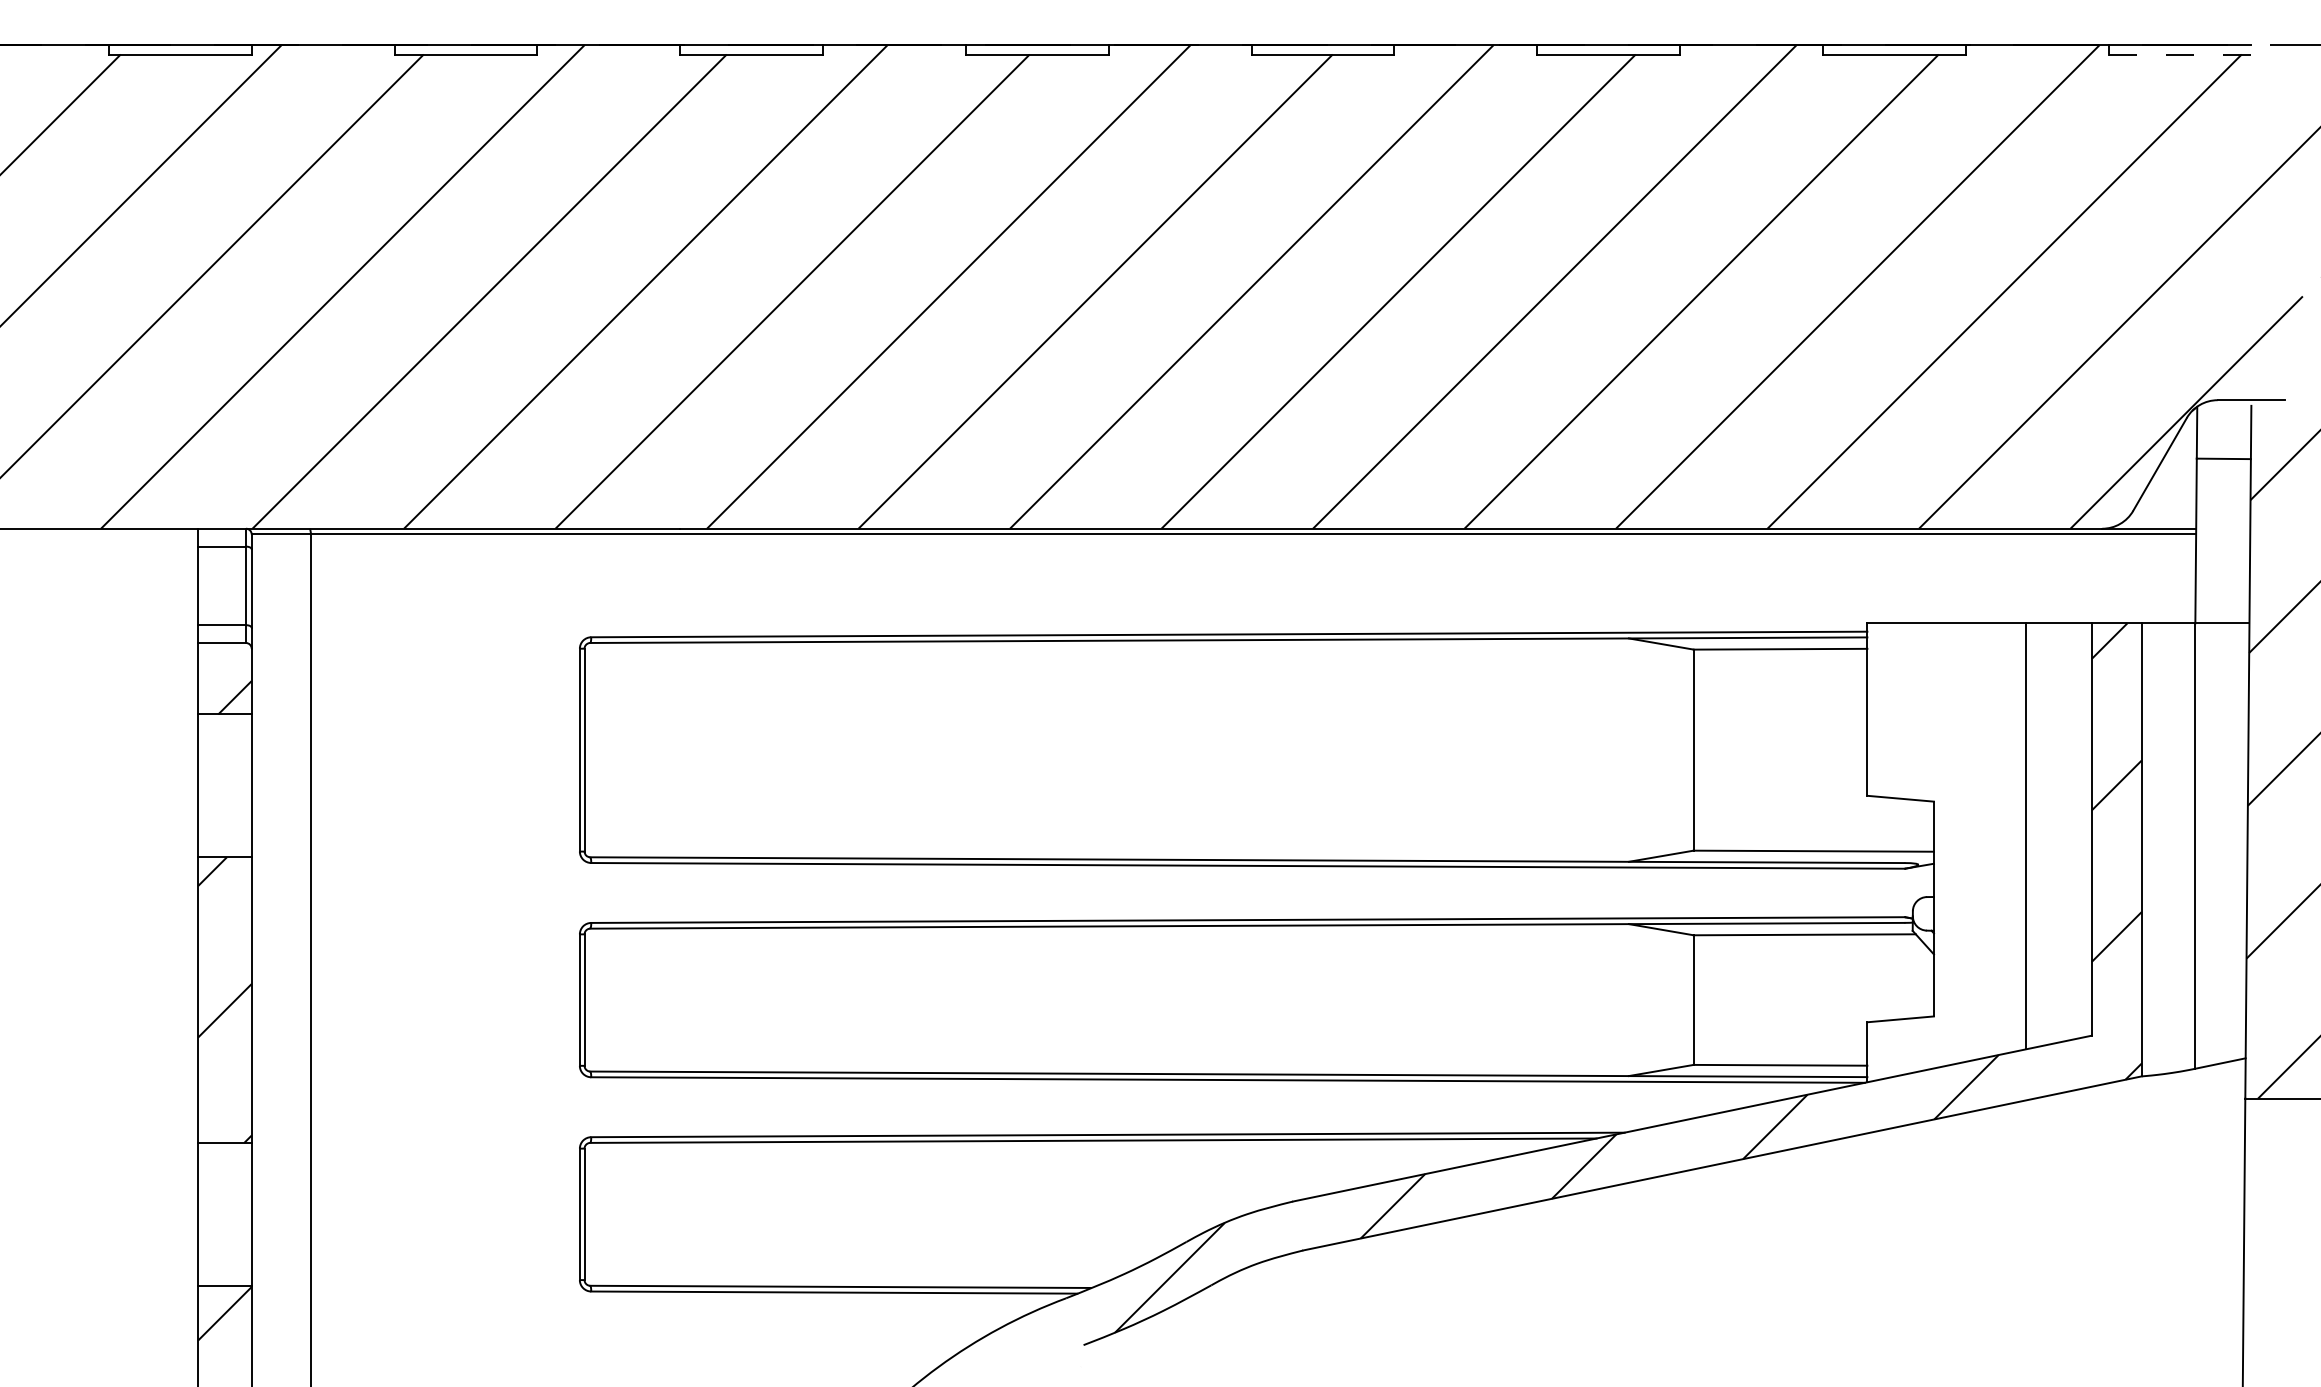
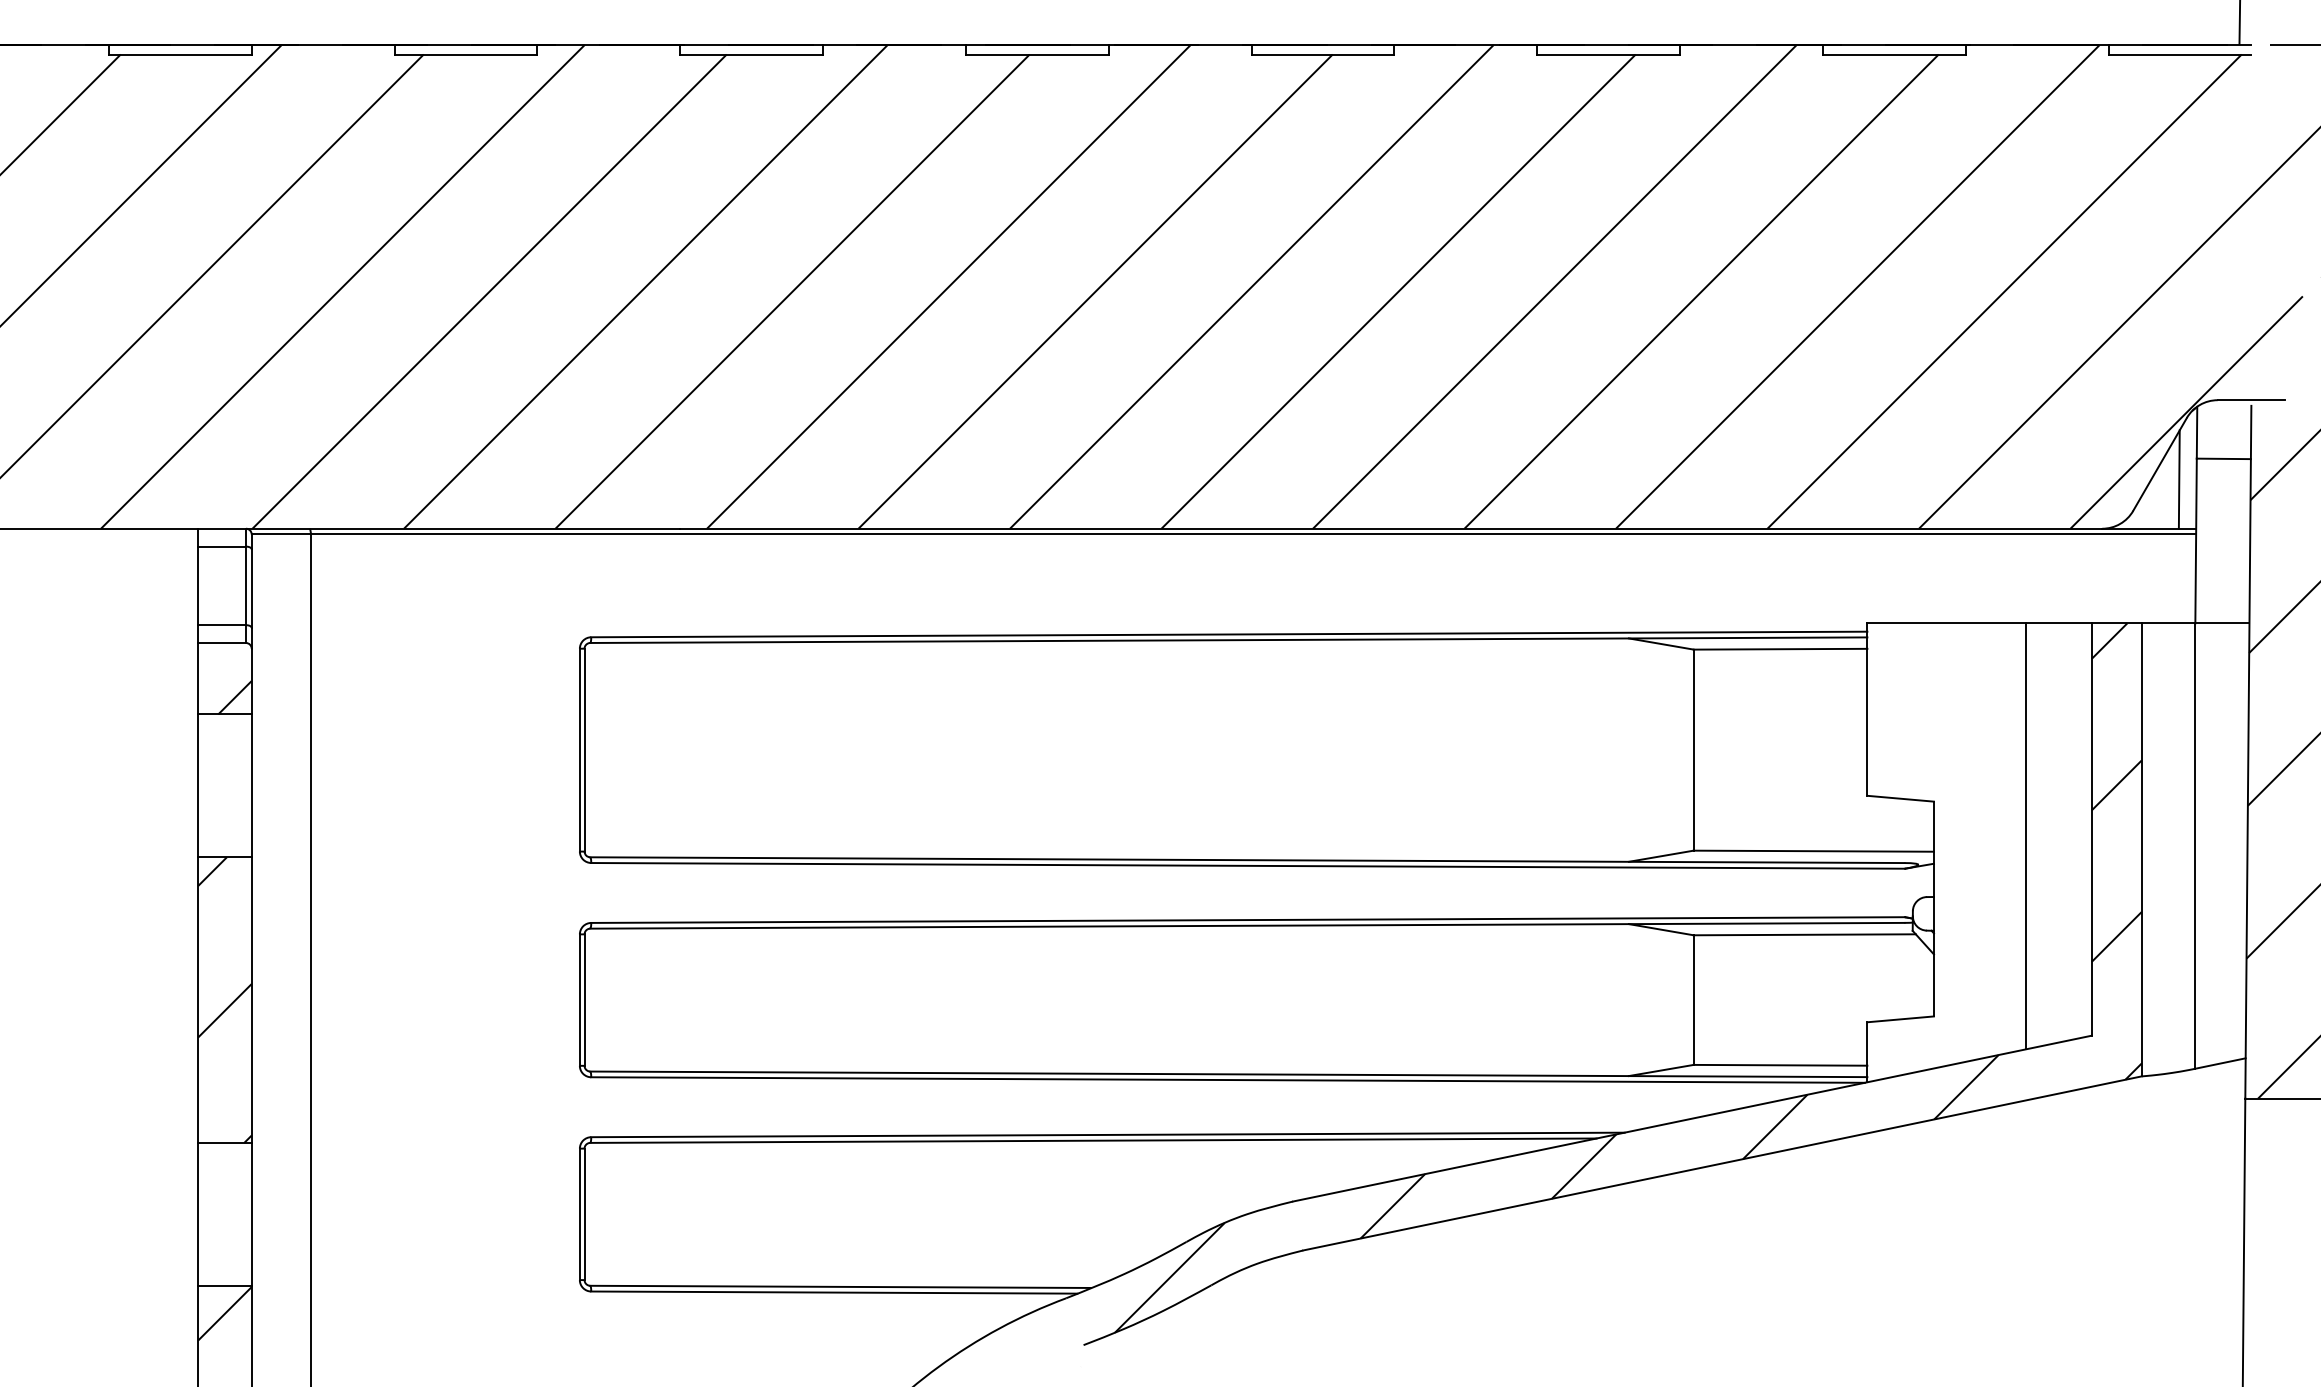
line at (2239, 23): none -> present
line at (2180, 54): dashed -> solid
line at (2178, 479): none -> present
